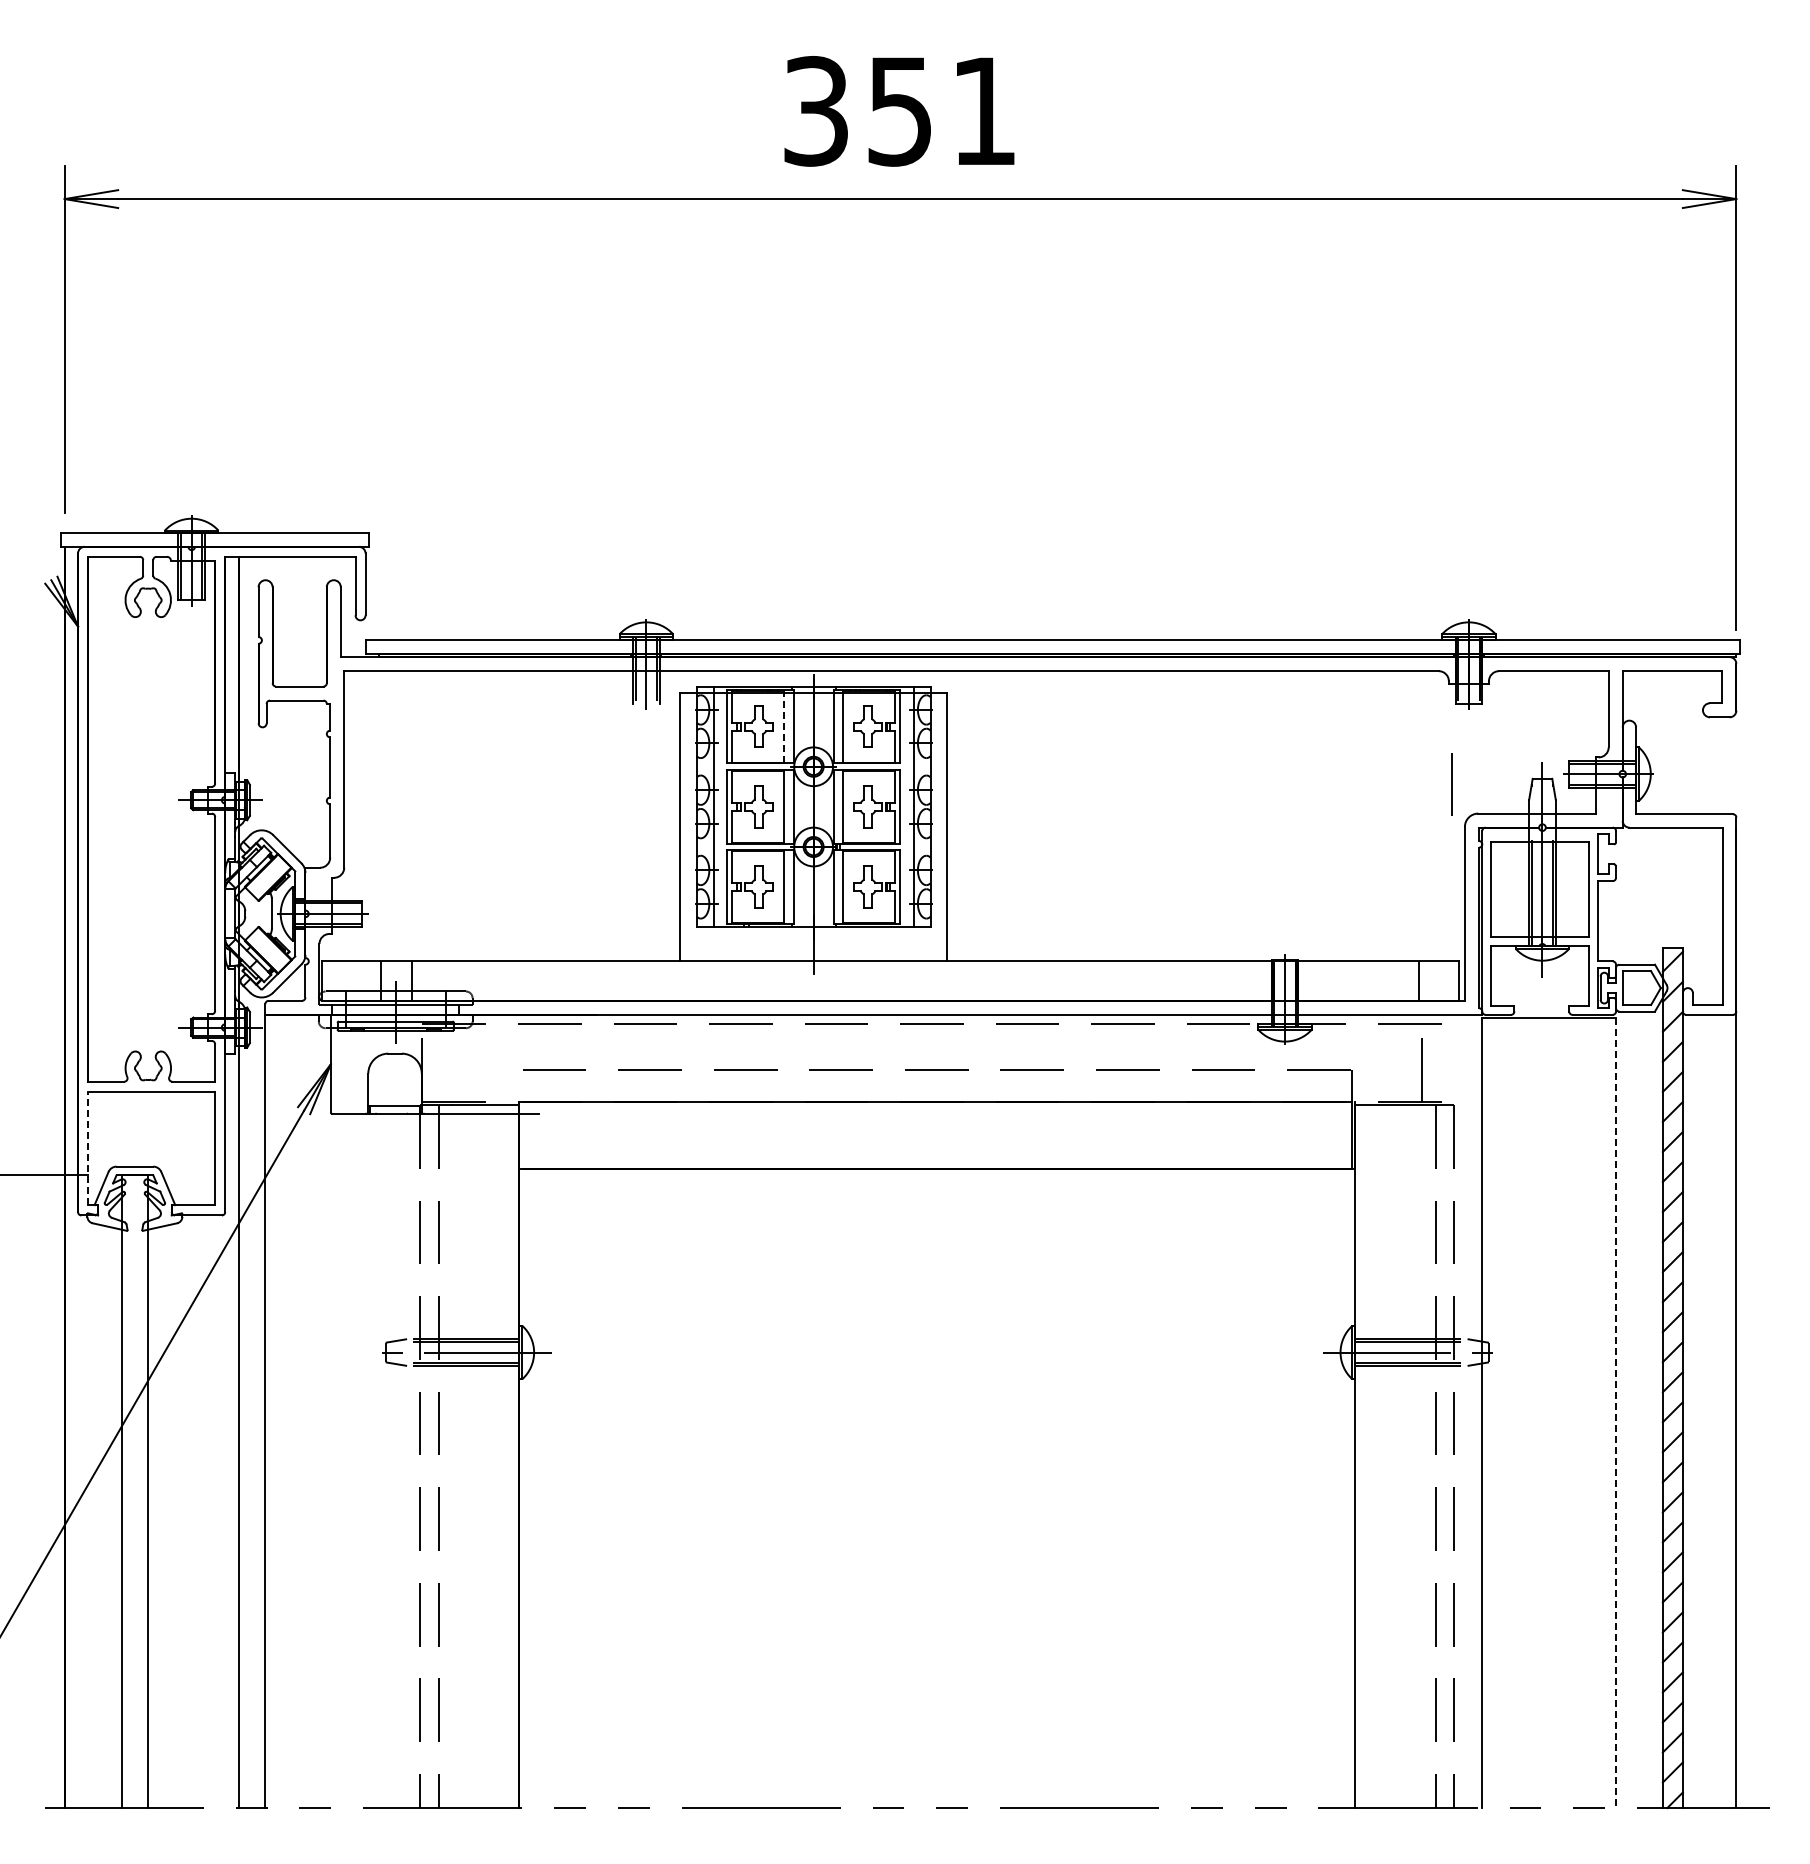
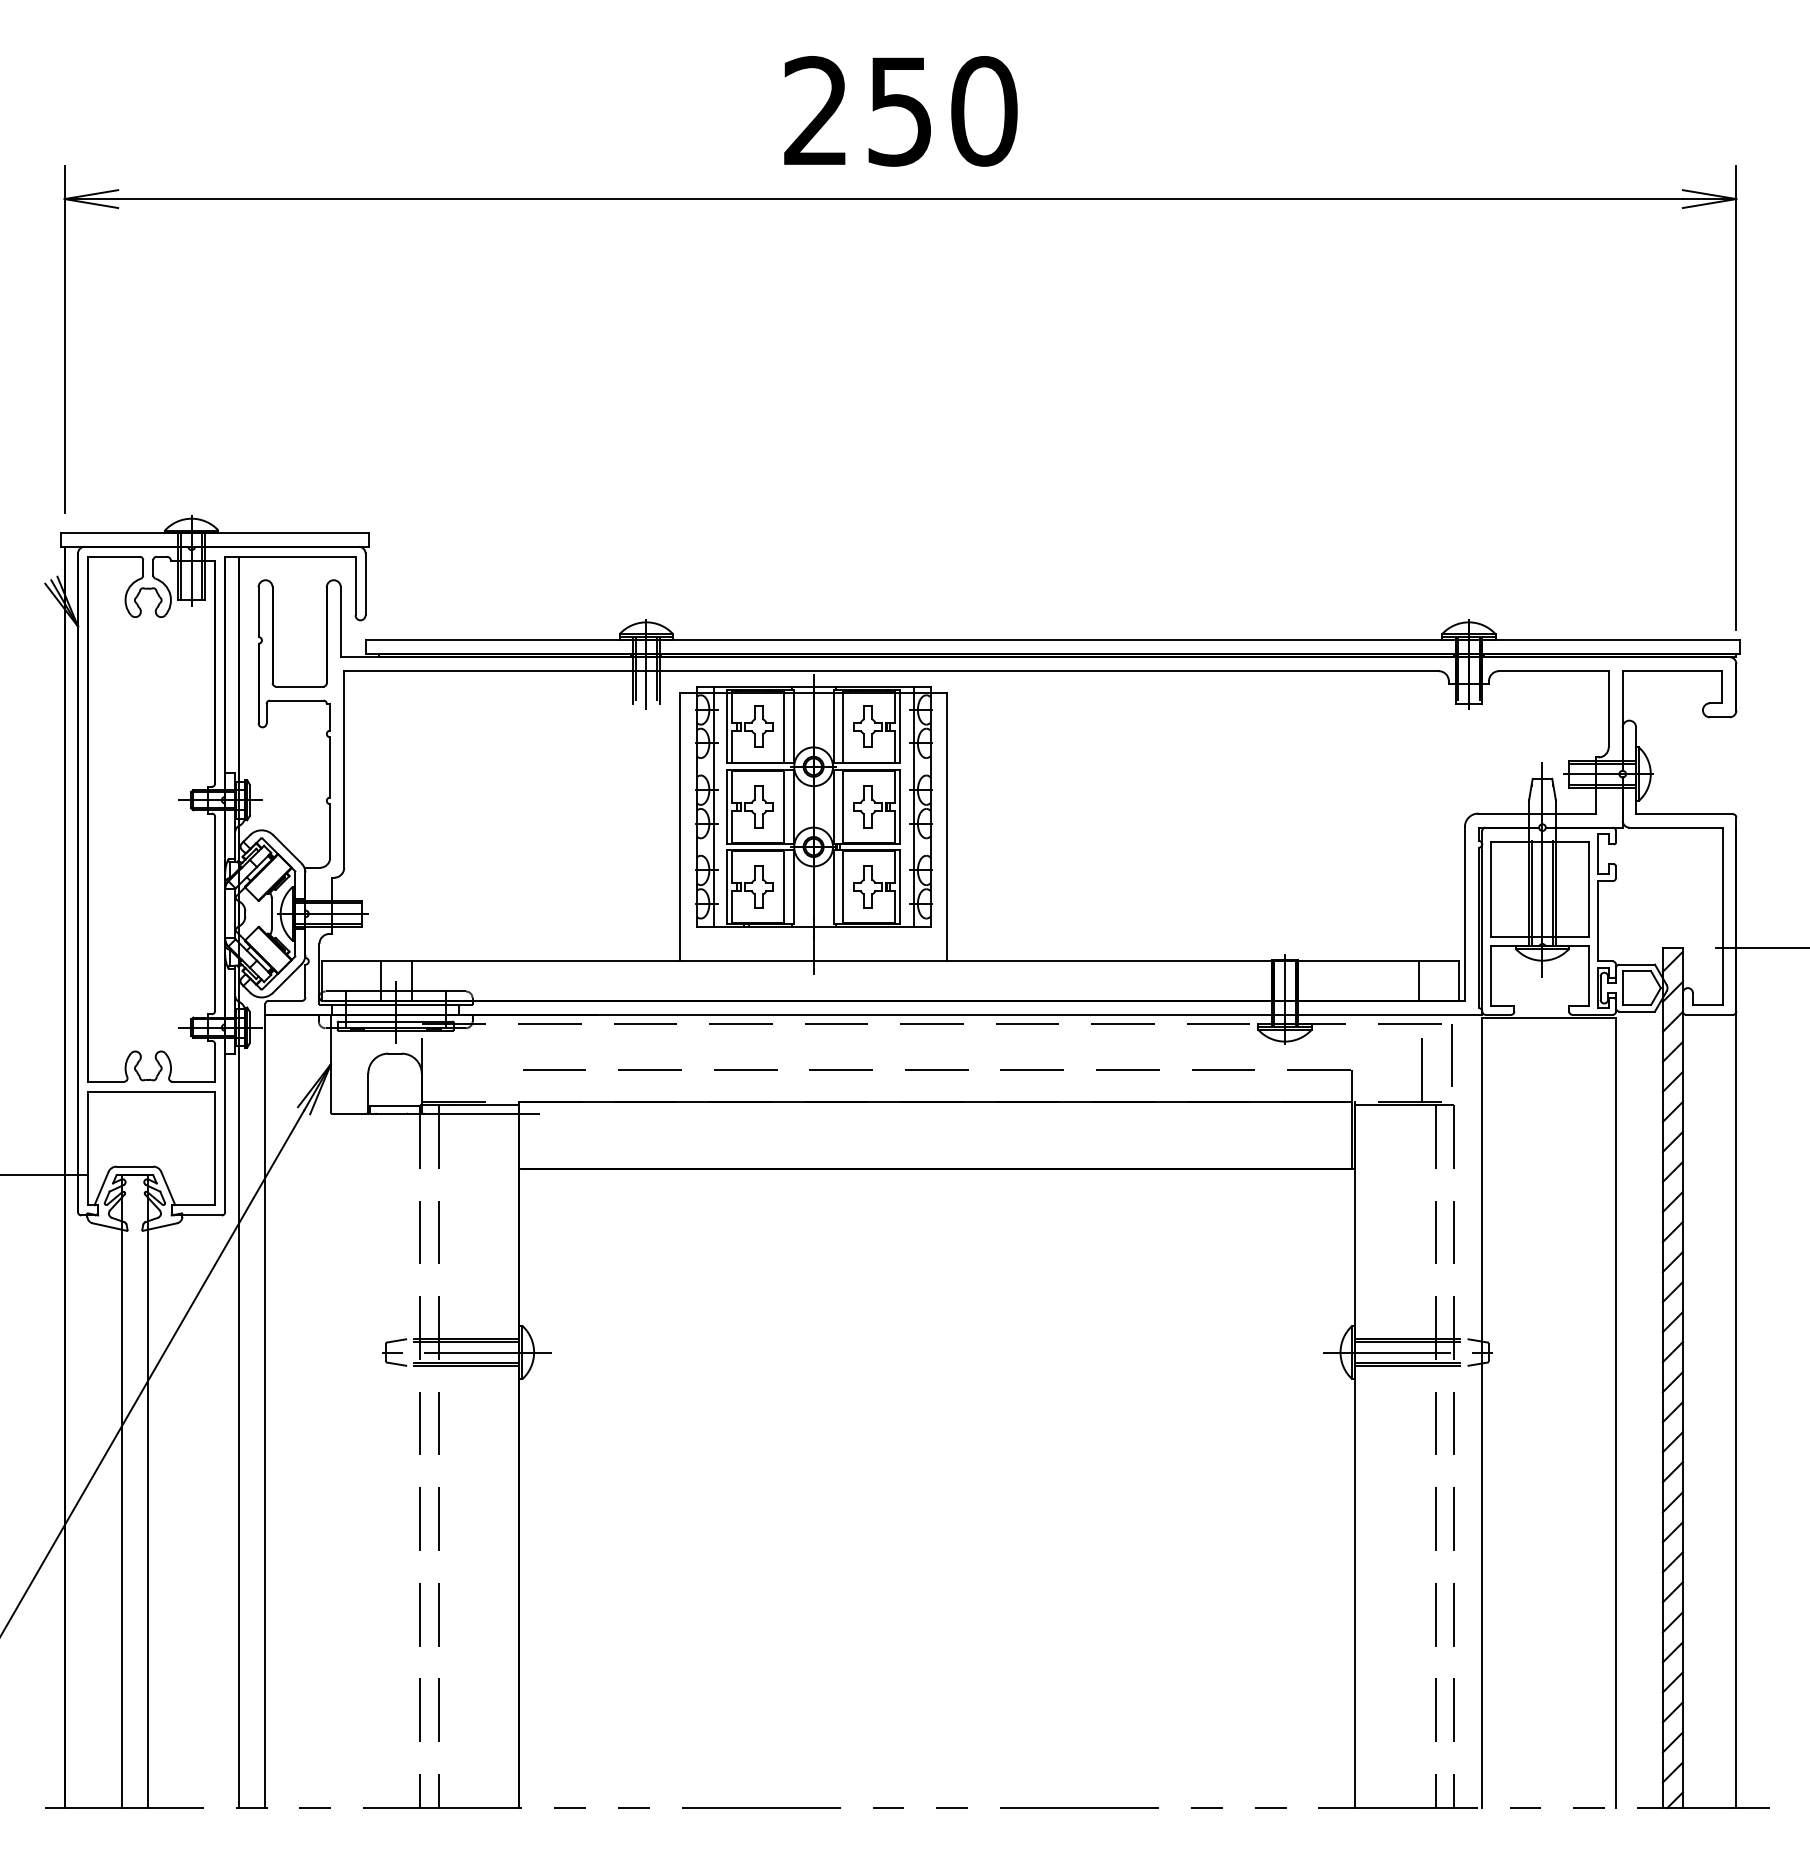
text at (900, 111): 351 -> 250
line at (783, 726): dashed -> solid
line at (1451, 784) position: (1451, 784) -> (1451, 1055)
line at (1761, 948): none -> present
line at (88, 1148): dashed -> solid
line at (1616, 1413): dashed -> solid
